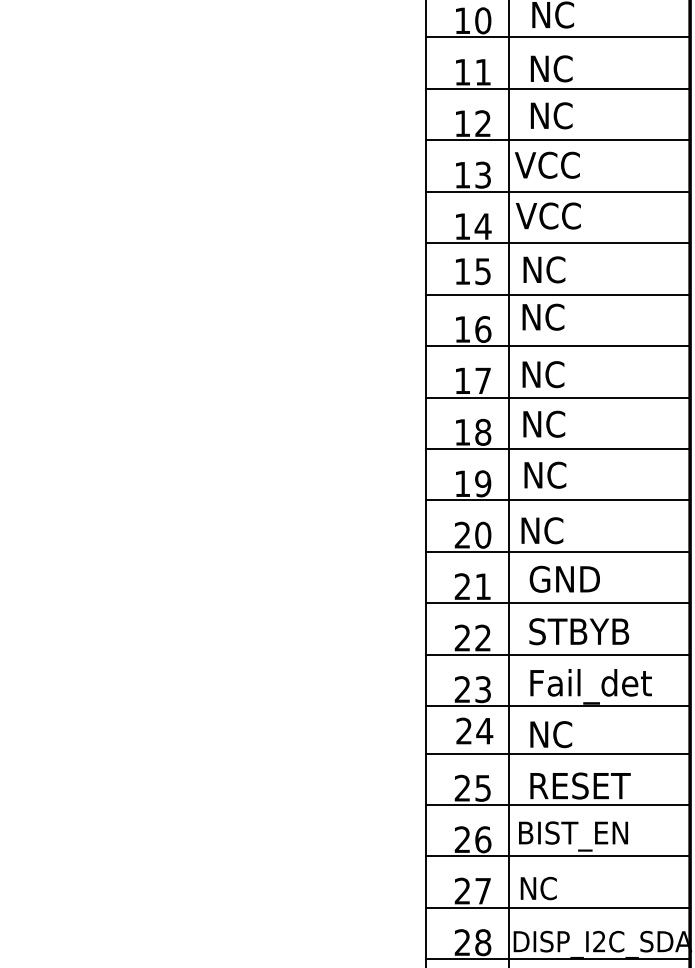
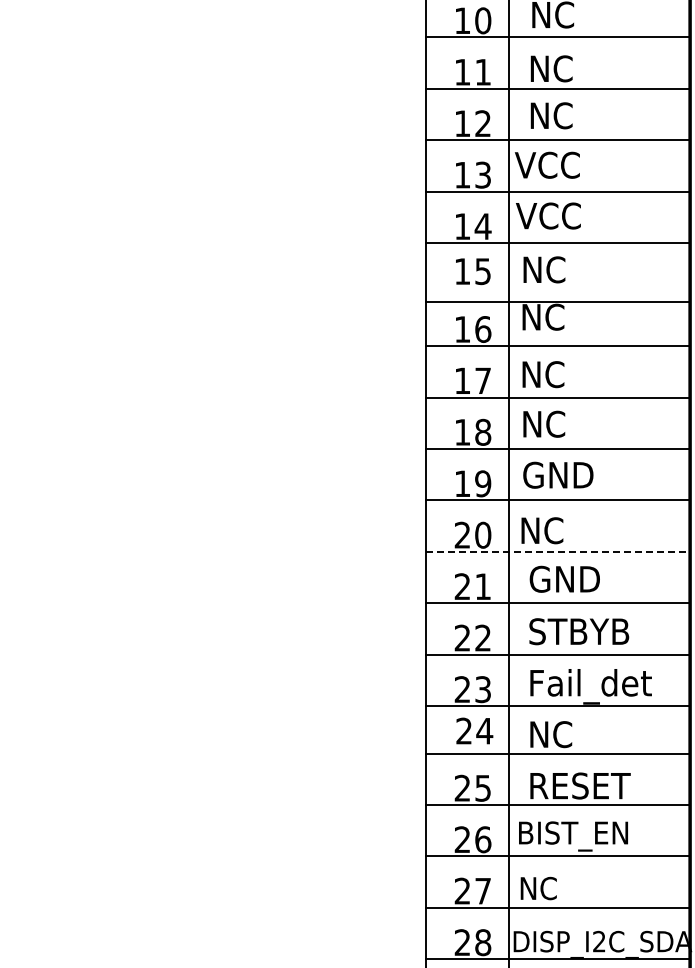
line at (557, 294) position: (557, 294) -> (557, 301)
text at (558, 474): NC -> GND
line at (558, 551): solid -> dashed
